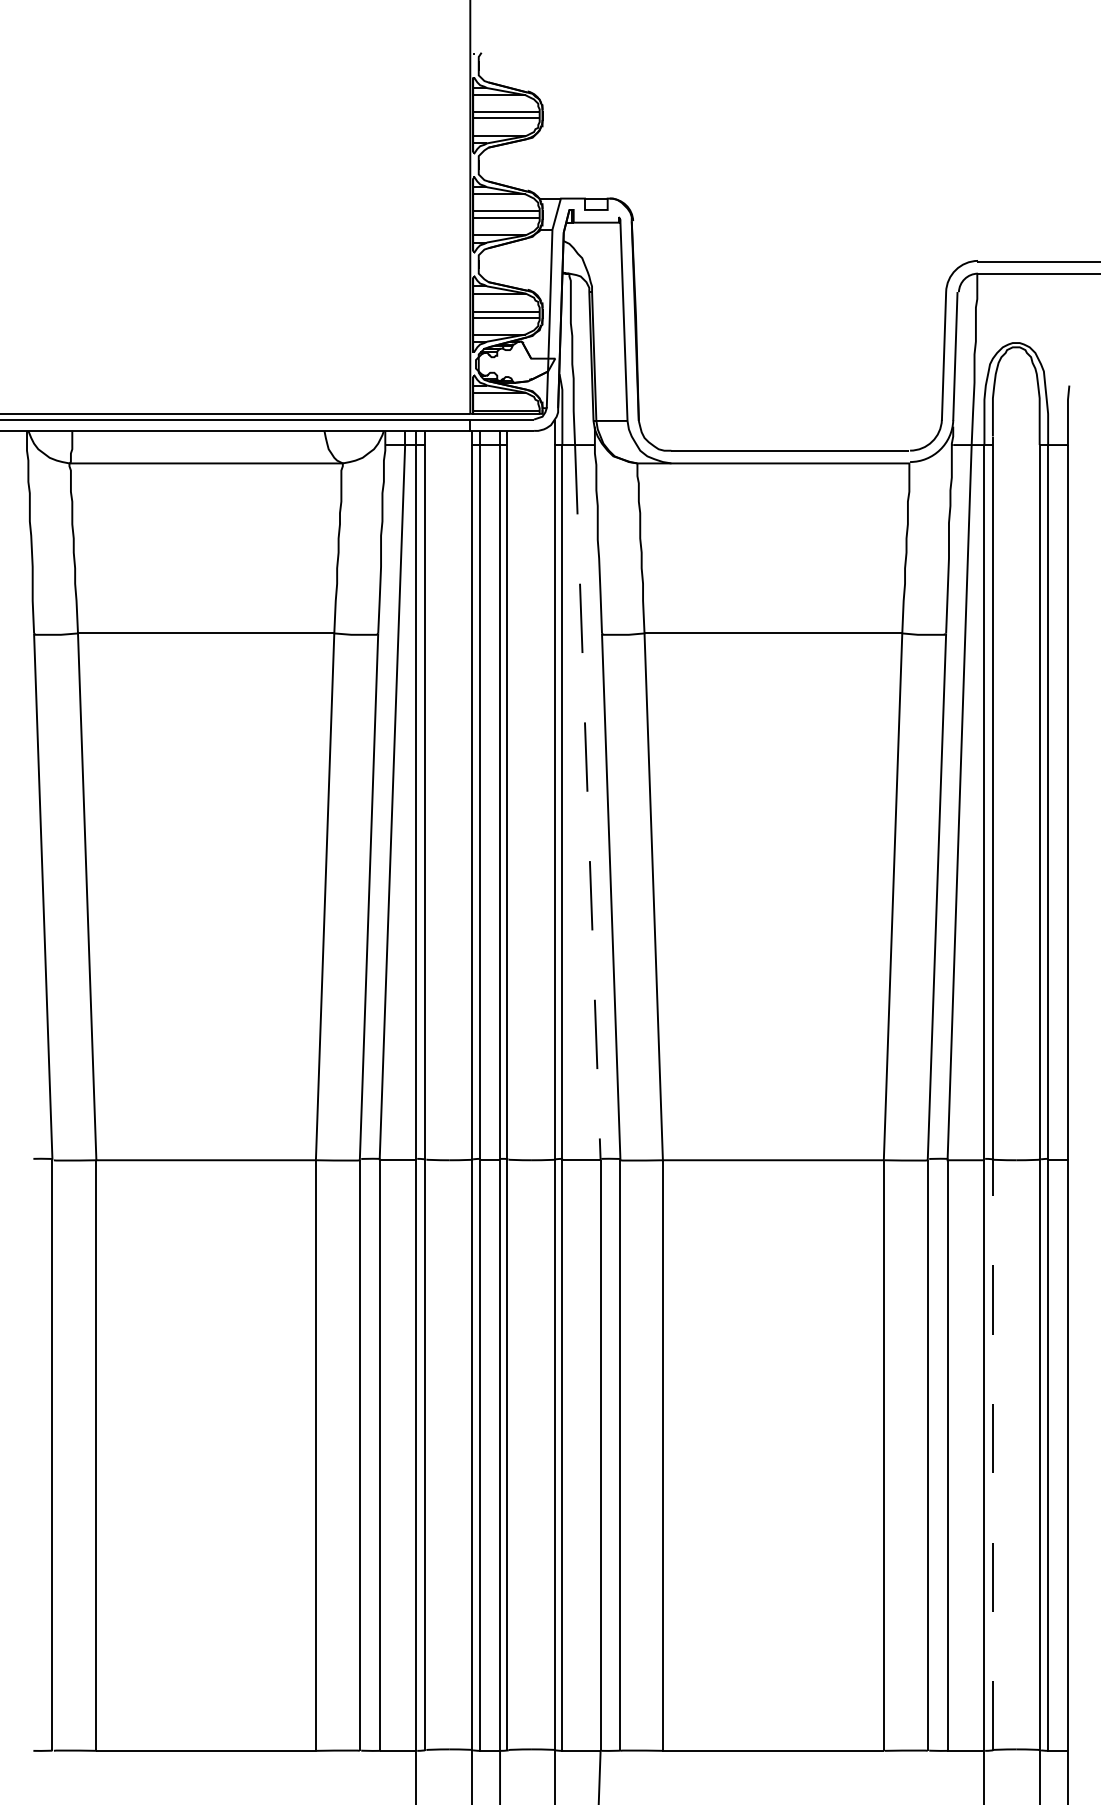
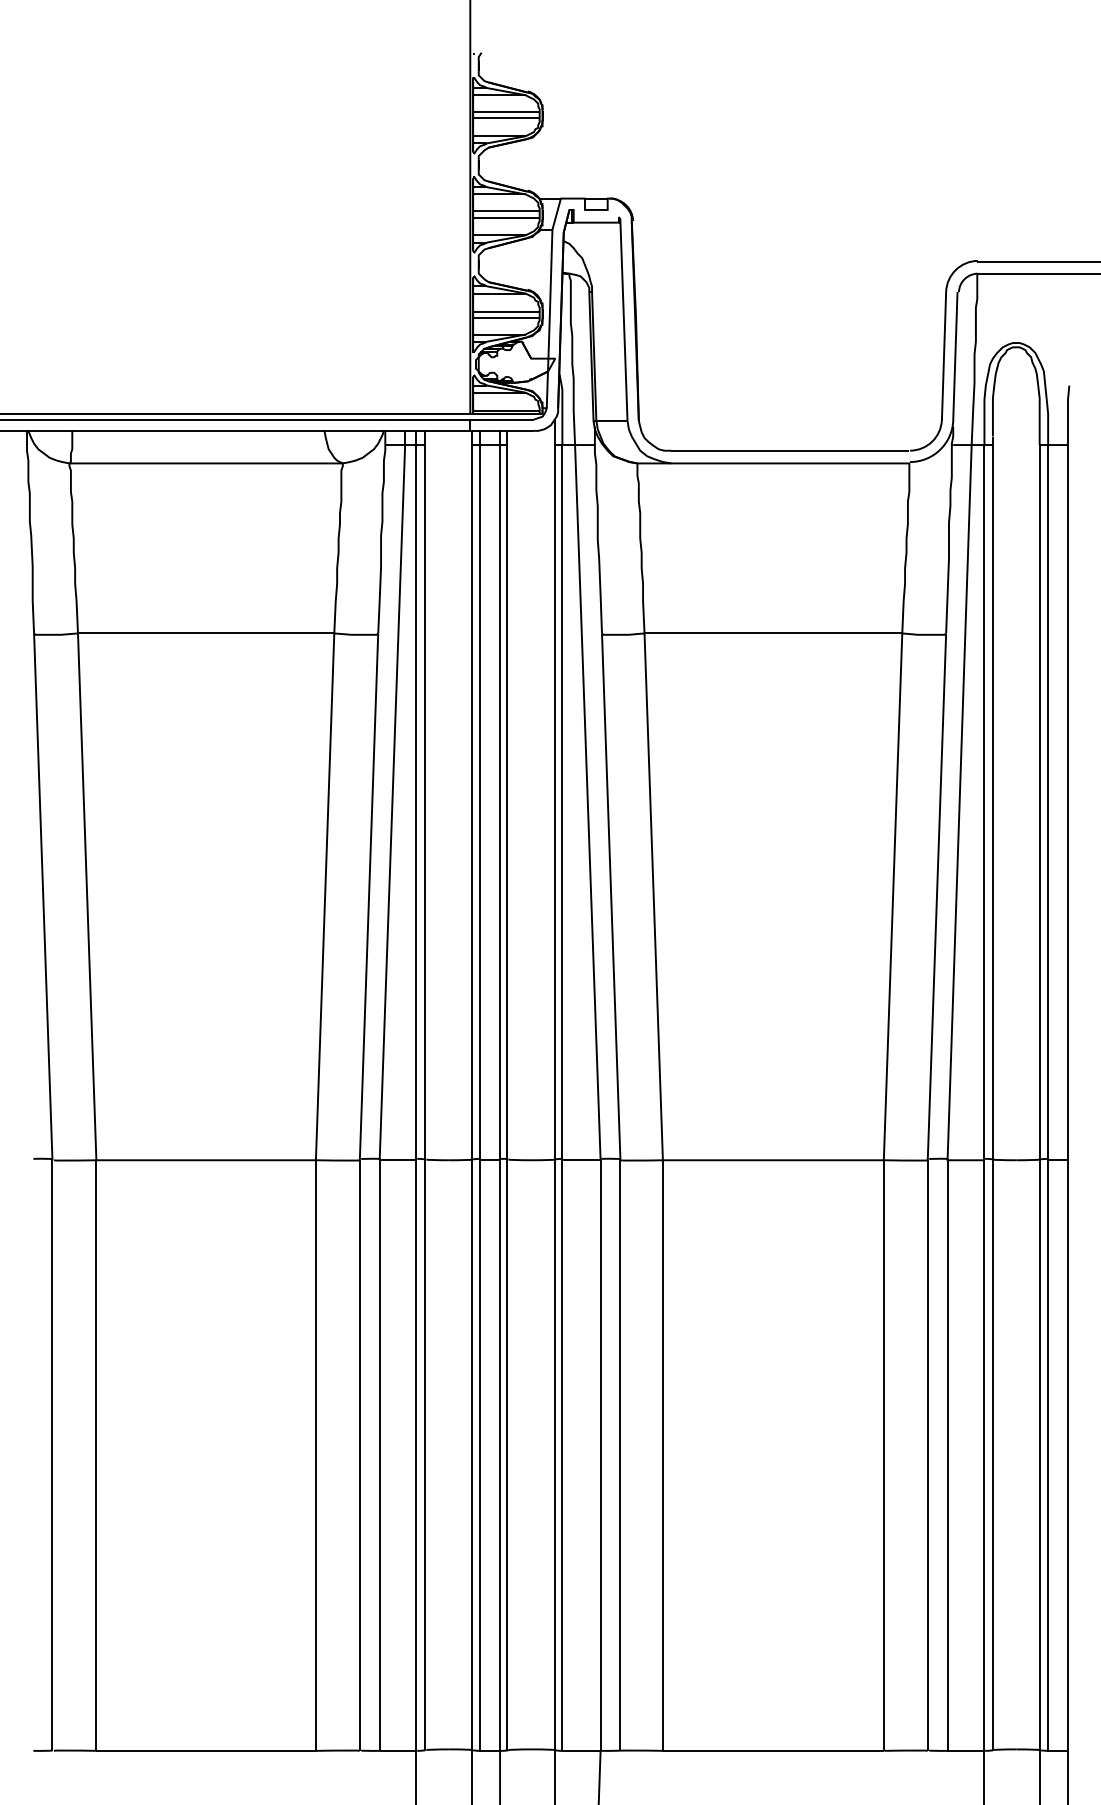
line at (587, 802): dashed -> solid
line at (992, 1455): dashed -> solid
